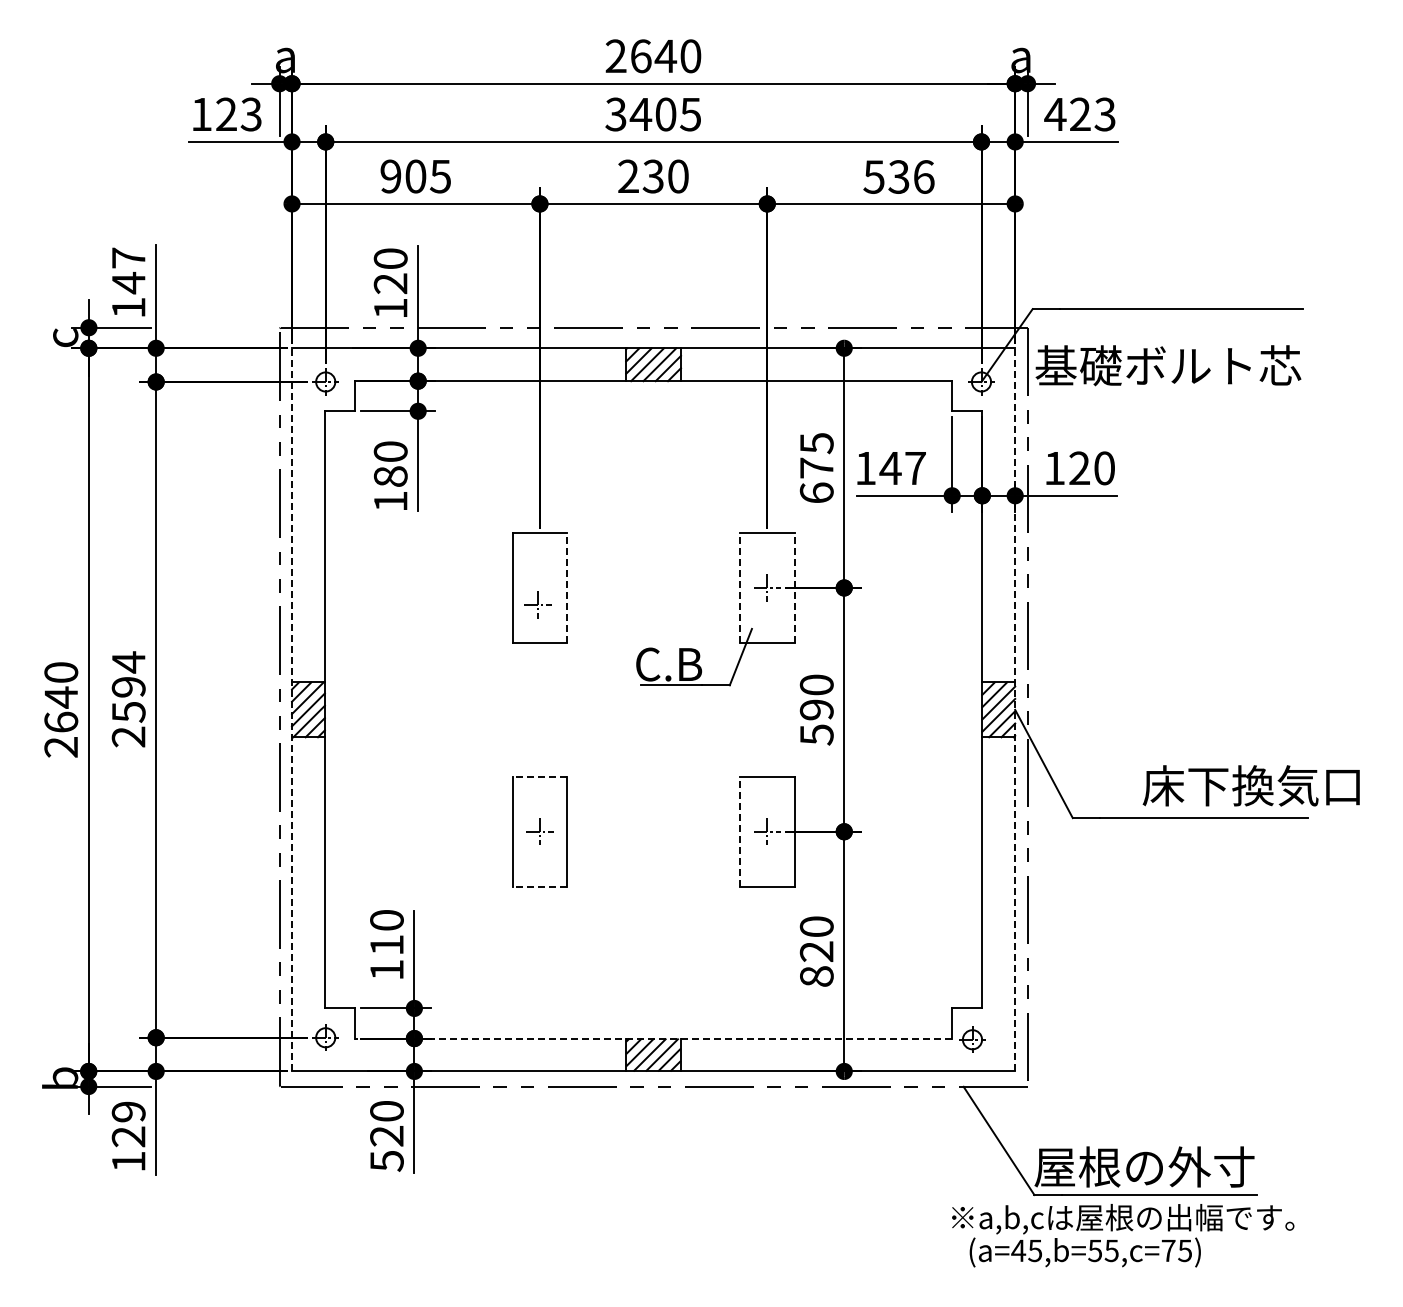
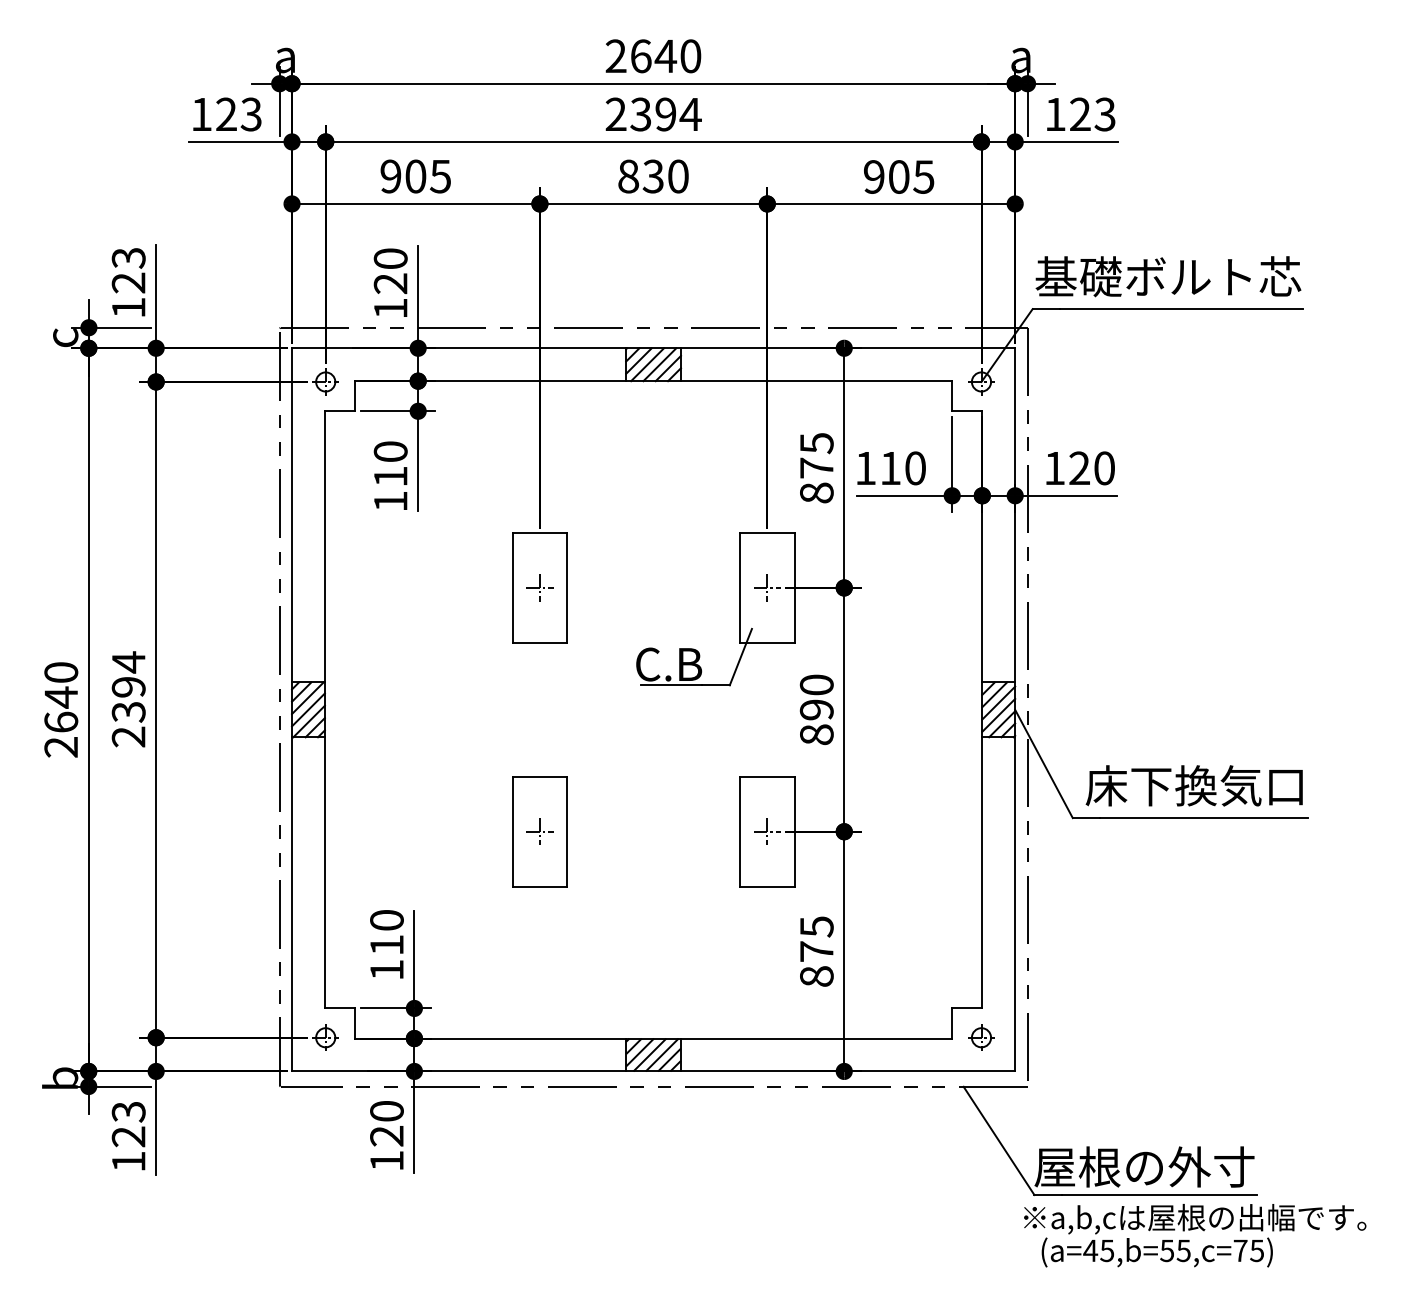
text at (653, 114): 3405 -> 2394
text at (1055, 114): 423 -> 123
text at (628, 176): 230 -> 830
text at (898, 176): 536 -> 905
text at (128, 270): 147 -> 123
text at (1168, 365) position: (1168, 365) -> (1168, 276)
text at (902, 468): 147 -> 110
text at (390, 476): 180 -> 110
text at (816, 492): 675 -> 875
line at (567, 587): dashed -> solid
line at (739, 587): dashed -> solid
line at (794, 587): dashed -> solid
part at (537, 604) position: (537, 604) -> (539, 587)
line at (292, 709): dashed -> solid
line at (1015, 709): dashed -> solid
text at (128, 712): 2594 -> 2394
text at (816, 734): 590 -> 890
line at (539, 776): dashed -> solid
text at (1250, 785) position: (1250, 785) -> (1193, 785)
line at (739, 831): dashed -> solid
line at (539, 886): dashed -> solid
text at (816, 938): 820 -> 875
line at (653, 1038): dashed -> solid
part at (972, 1039) position: (972, 1039) -> (981, 1037)
text at (128, 1111): 129 -> 123
text at (386, 1161): 520 -> 120
text at (1123, 1235) position: (1123, 1235) -> (1195, 1235)
